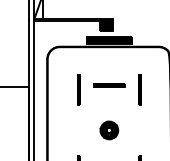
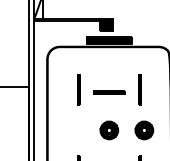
line at (109, 85) position: (109, 85) -> (109, 92)
part at (144, 130): none -> present
